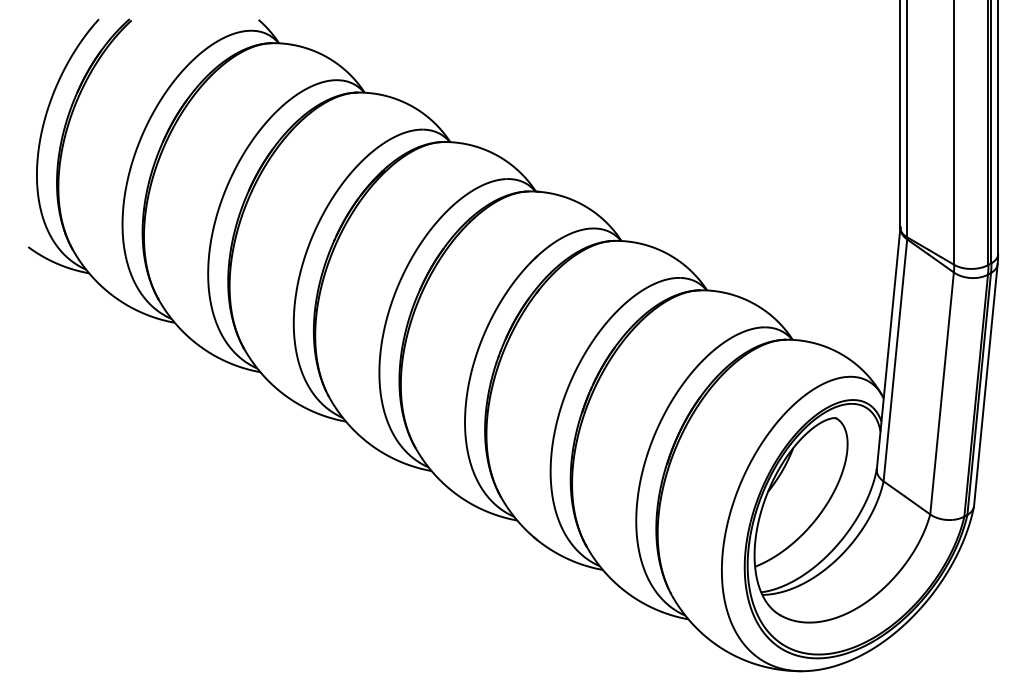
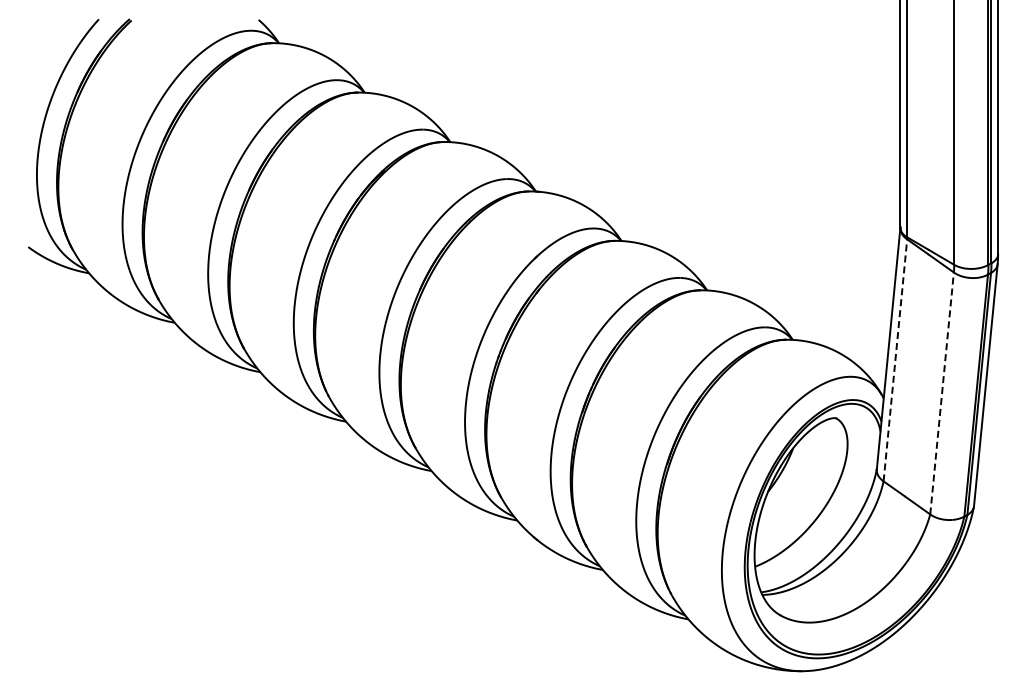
line at (895, 360): solid -> dashed
line at (942, 393): solid -> dashed
